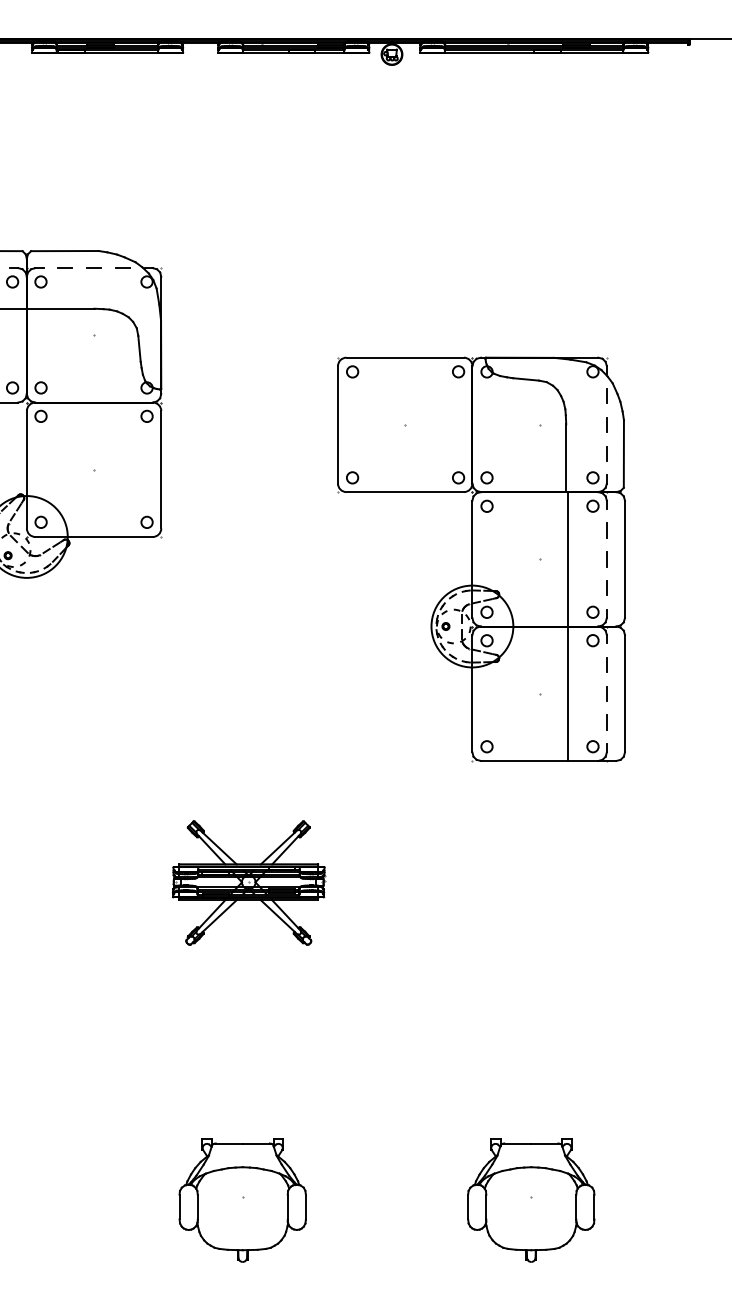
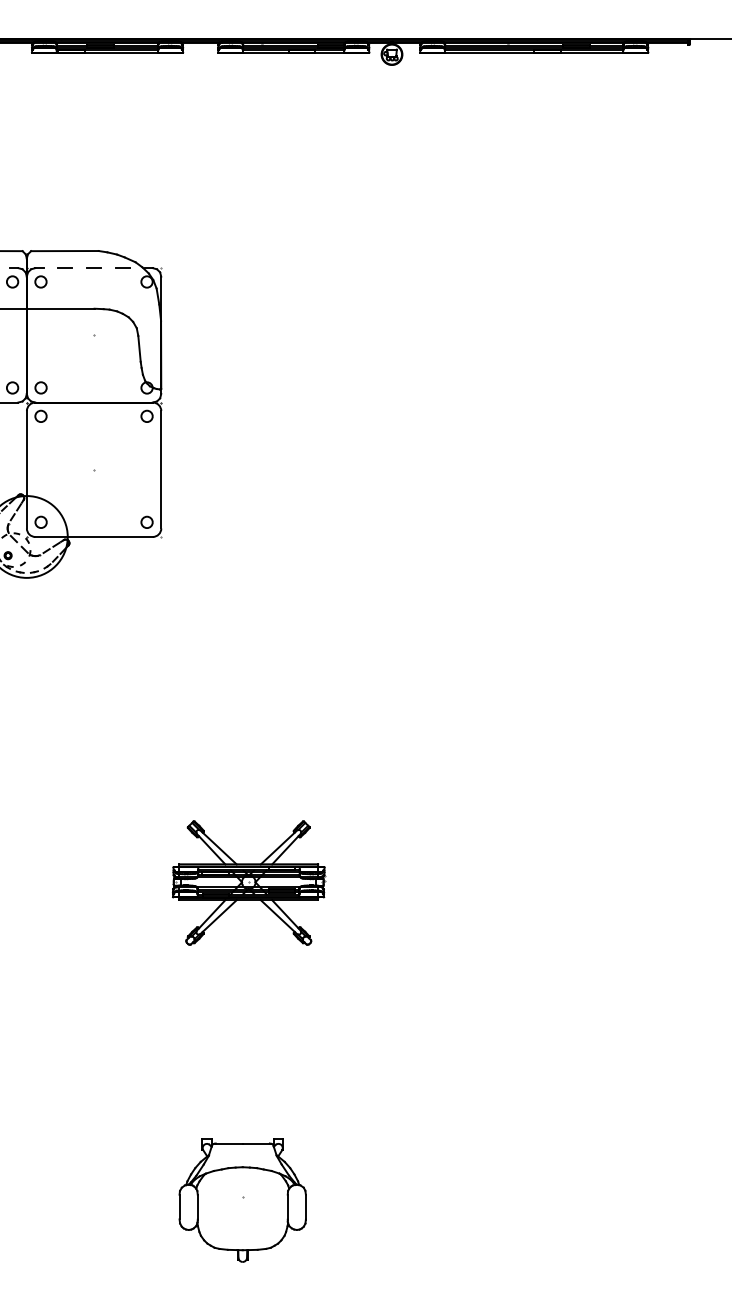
part at (481, 559): present -> none
part at (531, 1200): present -> none
